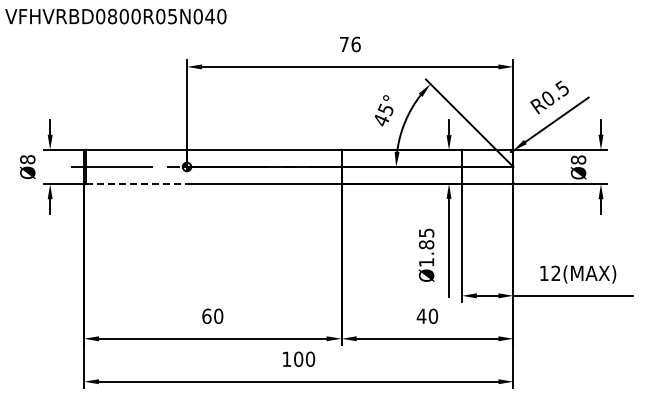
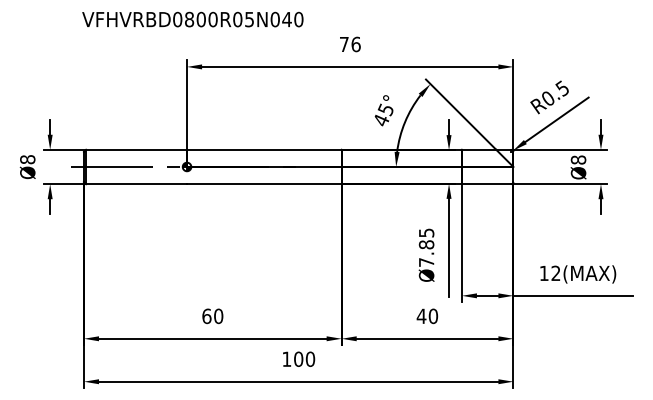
text at (115, 16) position: (115, 16) -> (192, 19)
line at (137, 184): dashed -> solid
text at (426, 262): Ø1.85 -> Ø7.85
